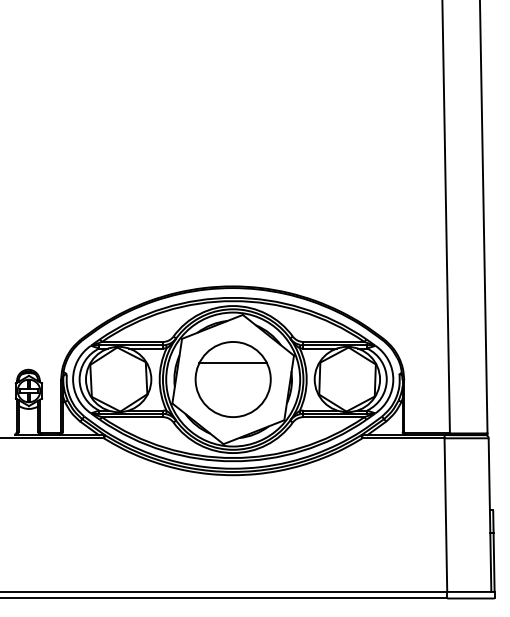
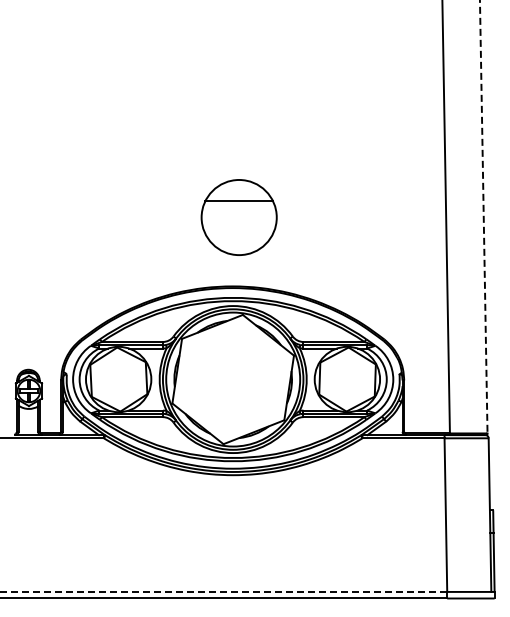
line at (483, 217): solid -> dashed
part at (232, 379) position: (232, 379) -> (238, 217)
line at (223, 591): solid -> dashed
